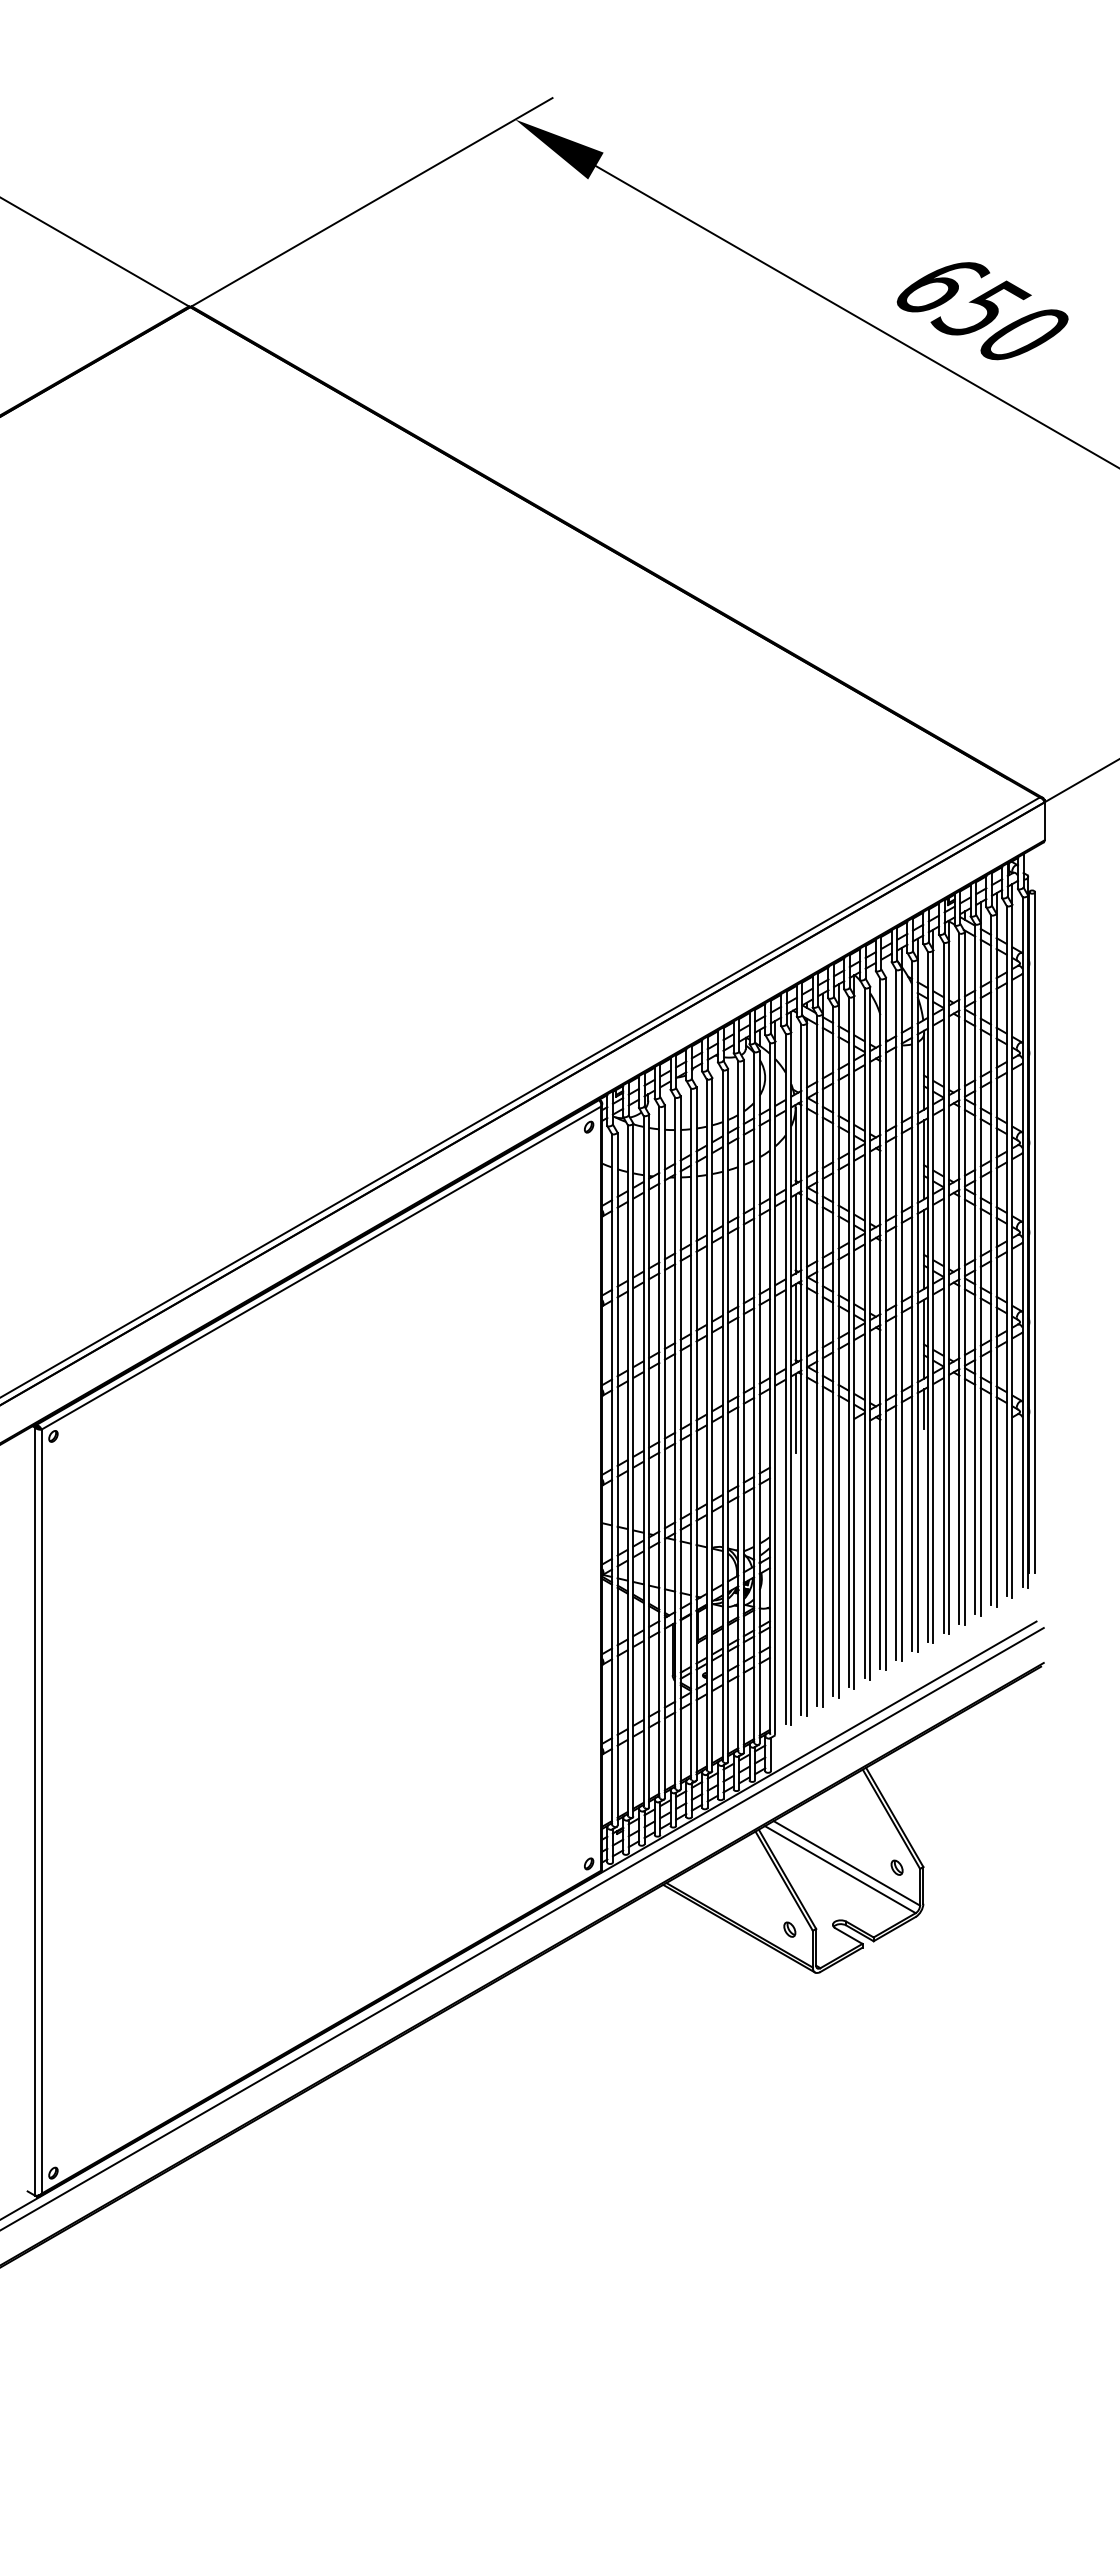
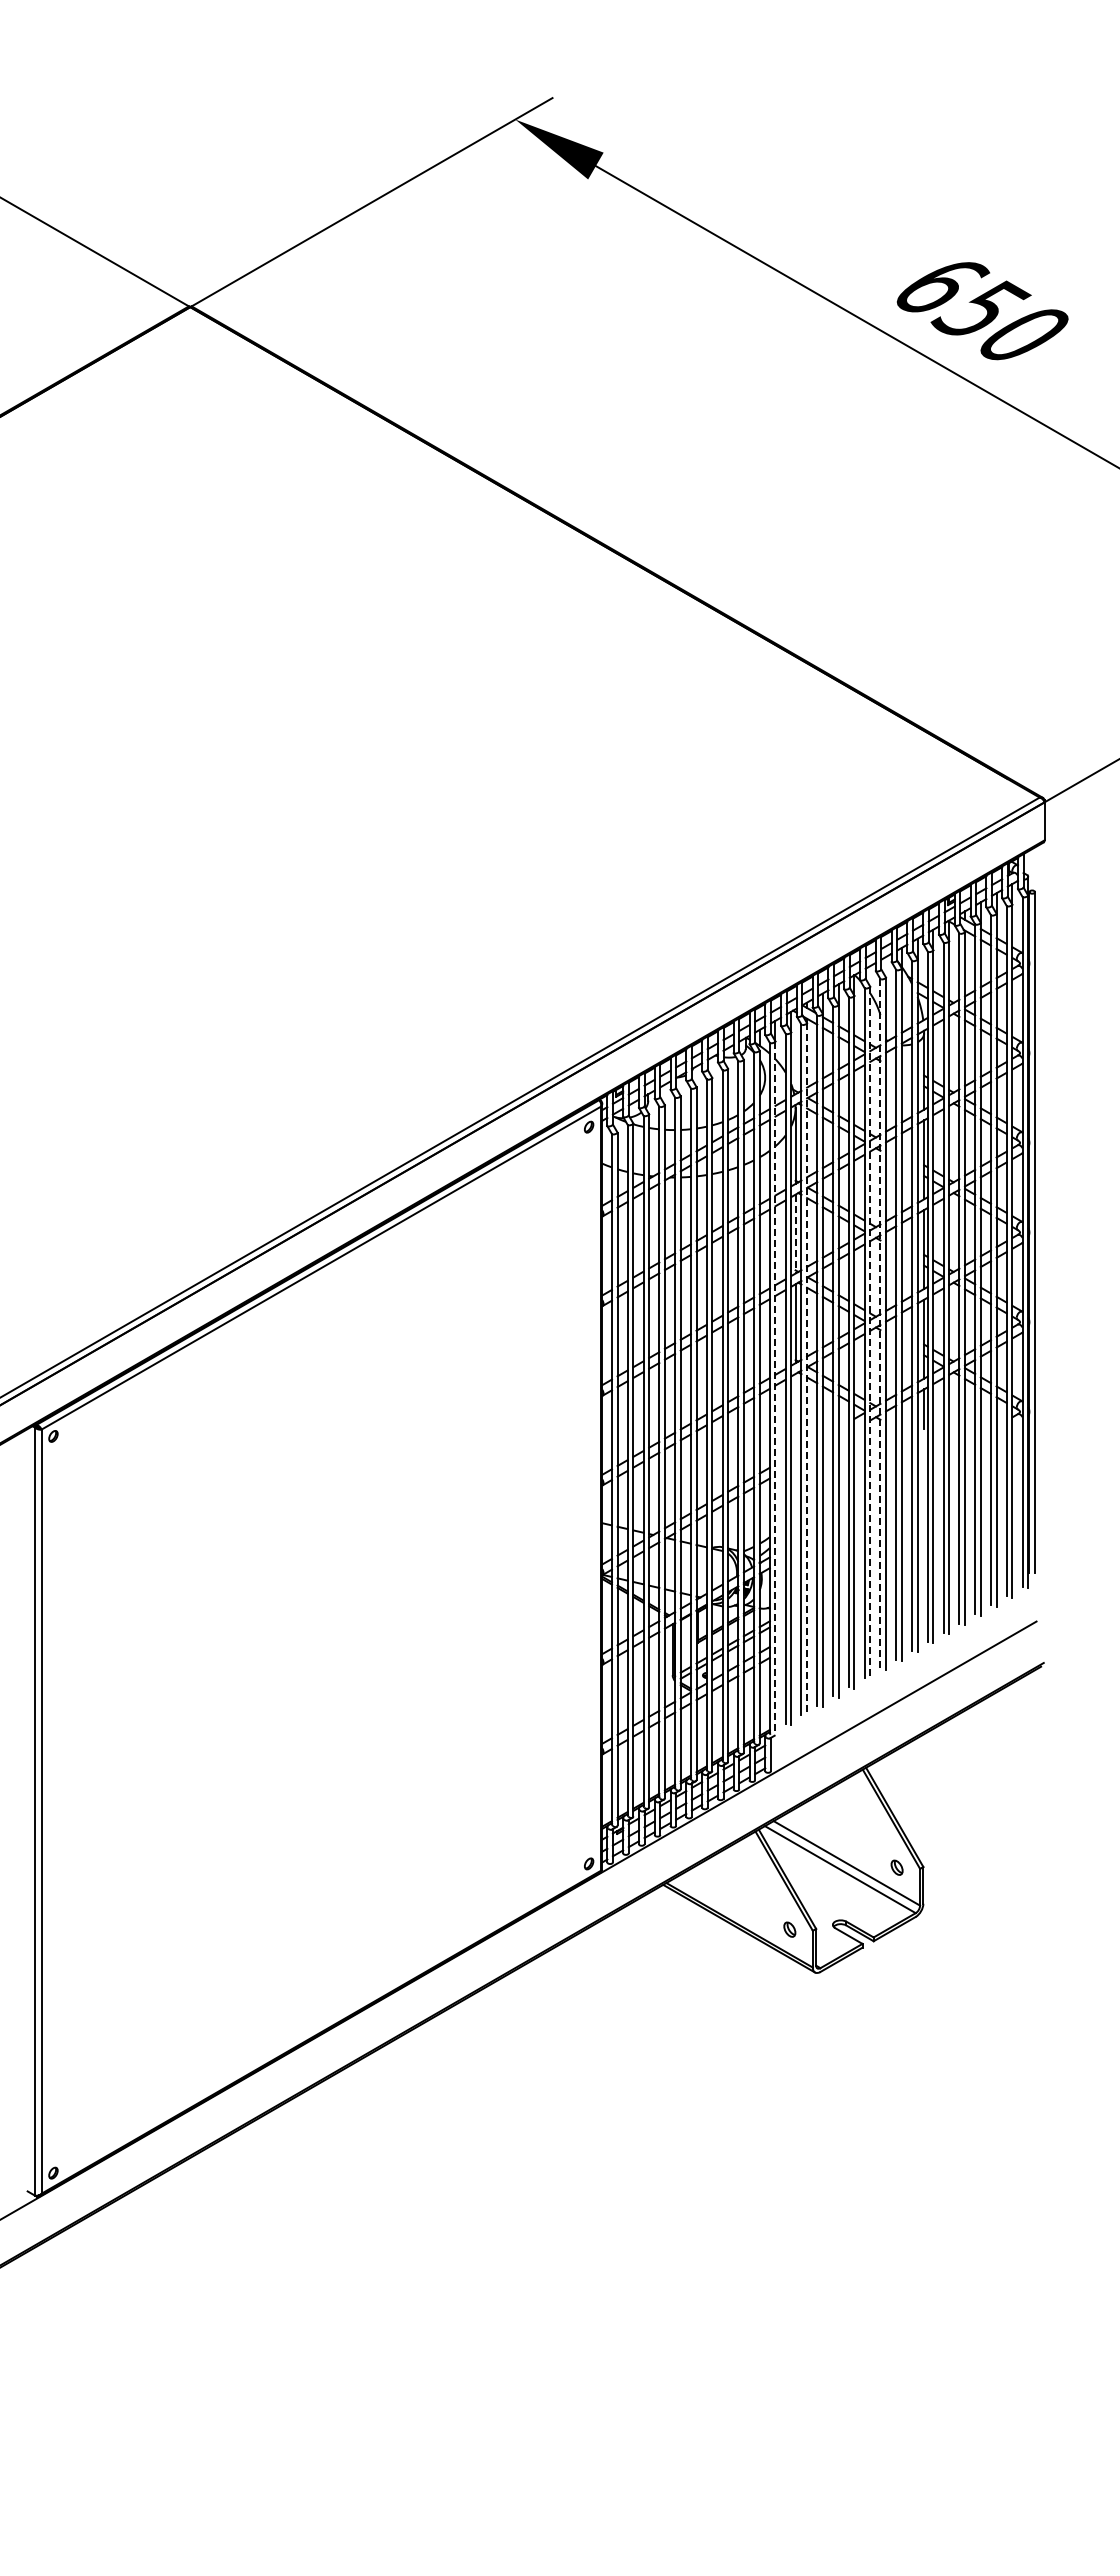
line at (795, 1234): solid -> dashed
line at (880, 1324): solid -> dashed
line at (870, 1333): solid -> dashed
line at (807, 1370): solid -> dashed
line at (775, 1388): solid -> dashed
line at (795, 1412): present -> none
line at (522, 1928): present -> none
